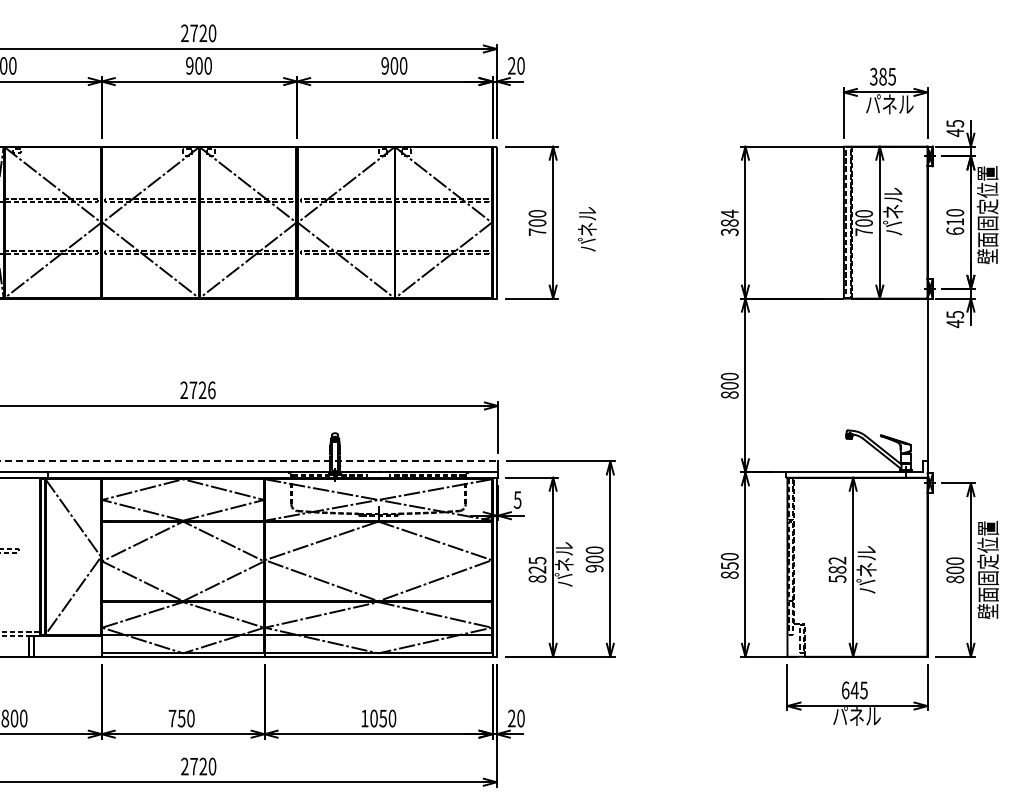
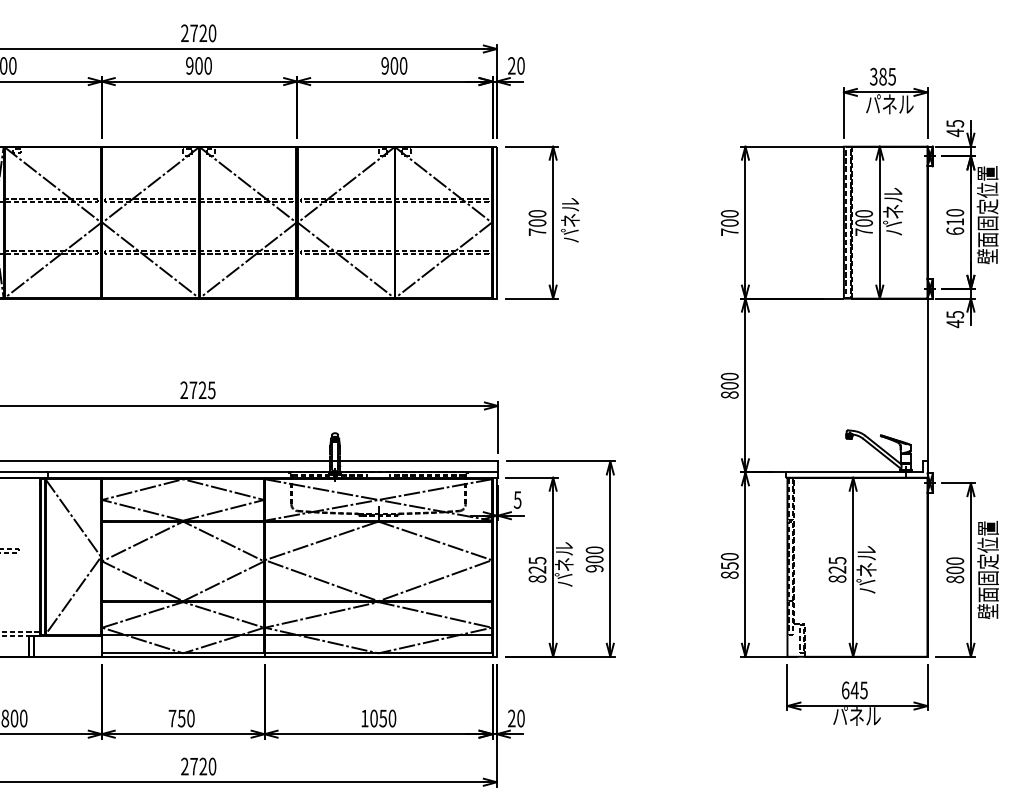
text at (729, 222): 384 -> 700
text at (587, 229) position: (587, 229) -> (570, 220)
text at (211, 390): 2726 -> 2725
line at (249, 461): dashed -> solid
text at (837, 569): 582 -> 825
